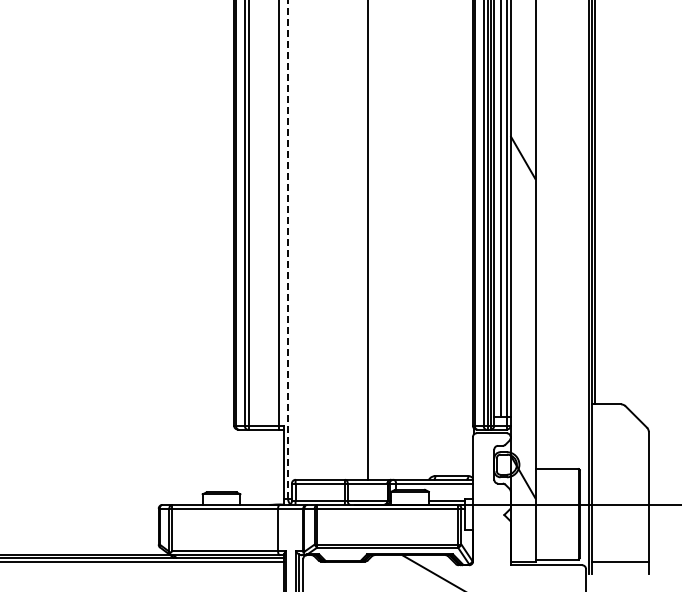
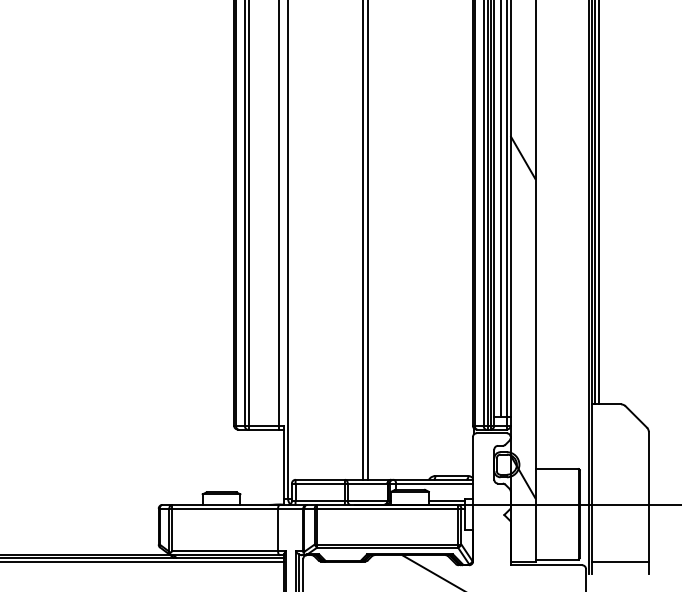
line at (598, 203): none -> present
line at (363, 240): none -> present
line at (288, 249): dashed -> solid
